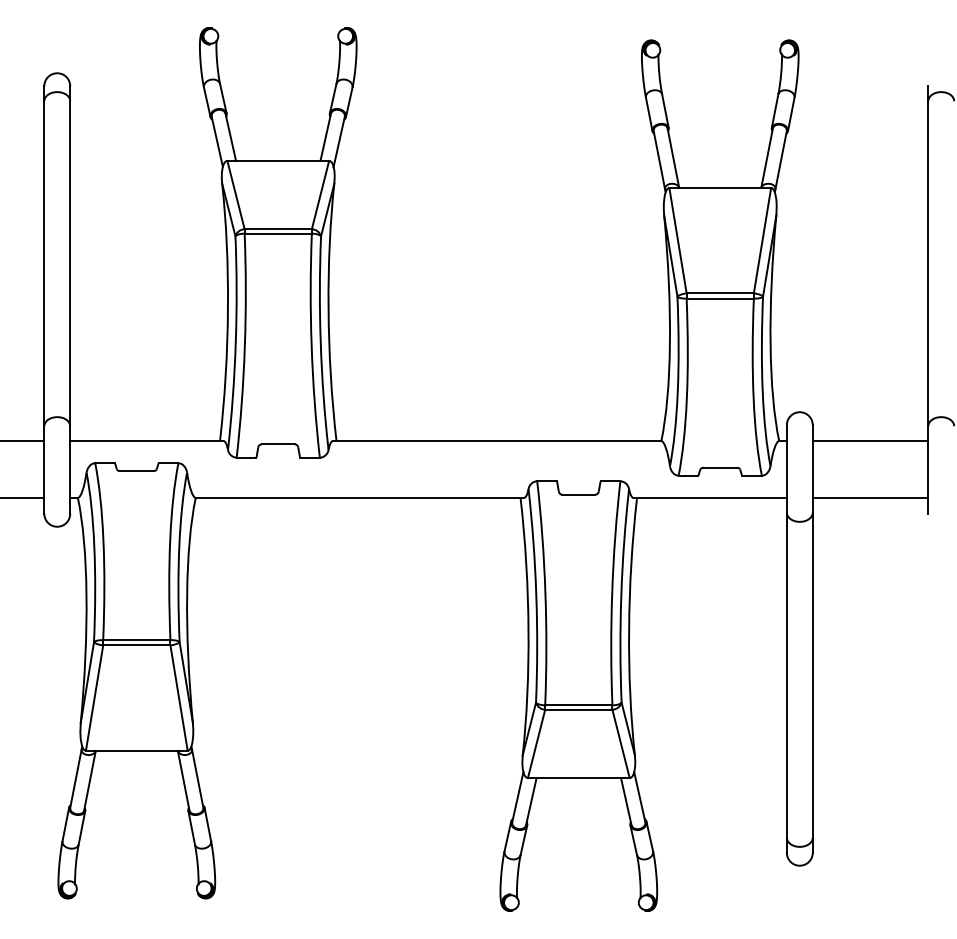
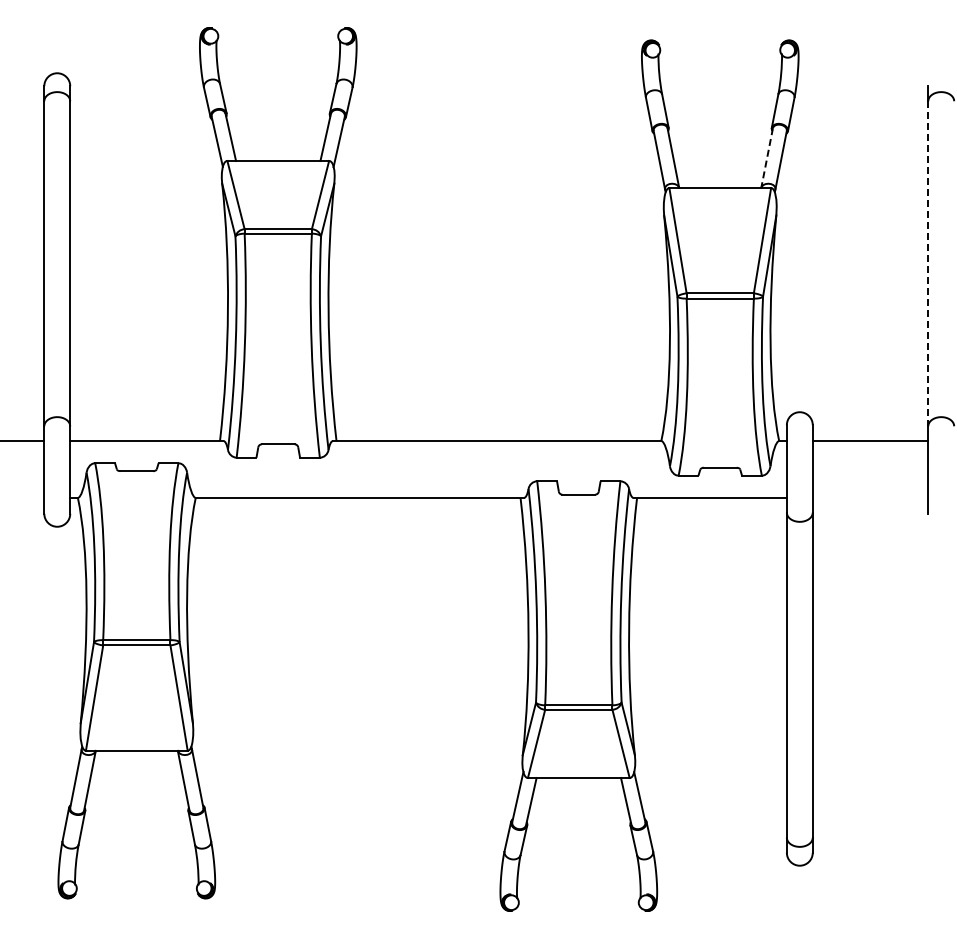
line at (767, 158): solid -> dashed
line at (928, 263): solid -> dashed
line at (23, 497): present -> none
line at (870, 497): present -> none
